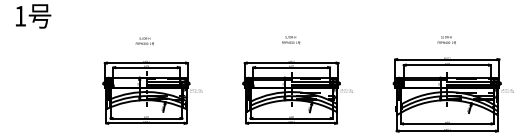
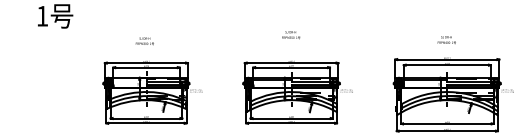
text at (33, 16) position: (33, 16) -> (55, 16)
text at (291, 40) position: (291, 40) -> (291, 35)
